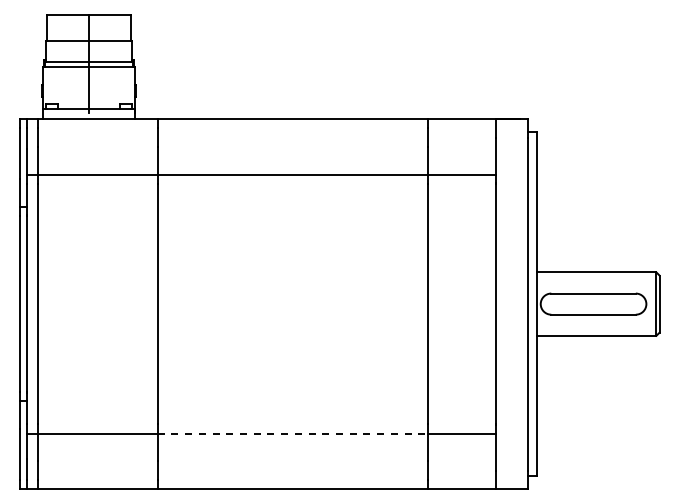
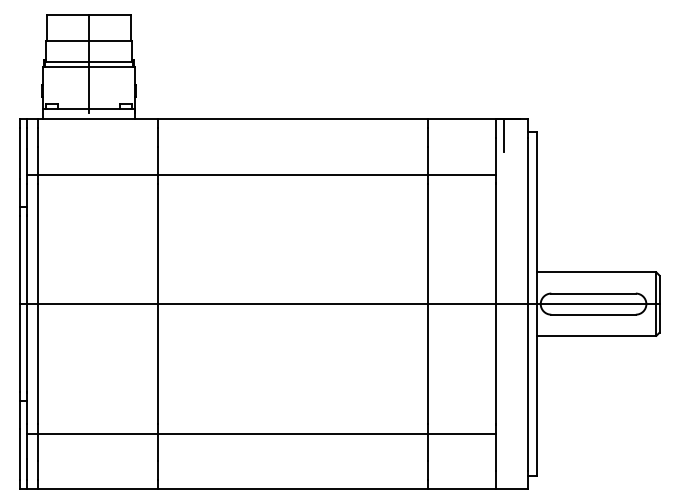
line at (503, 135): none -> present
line at (339, 304): none -> present
line at (293, 433): dashed -> solid
